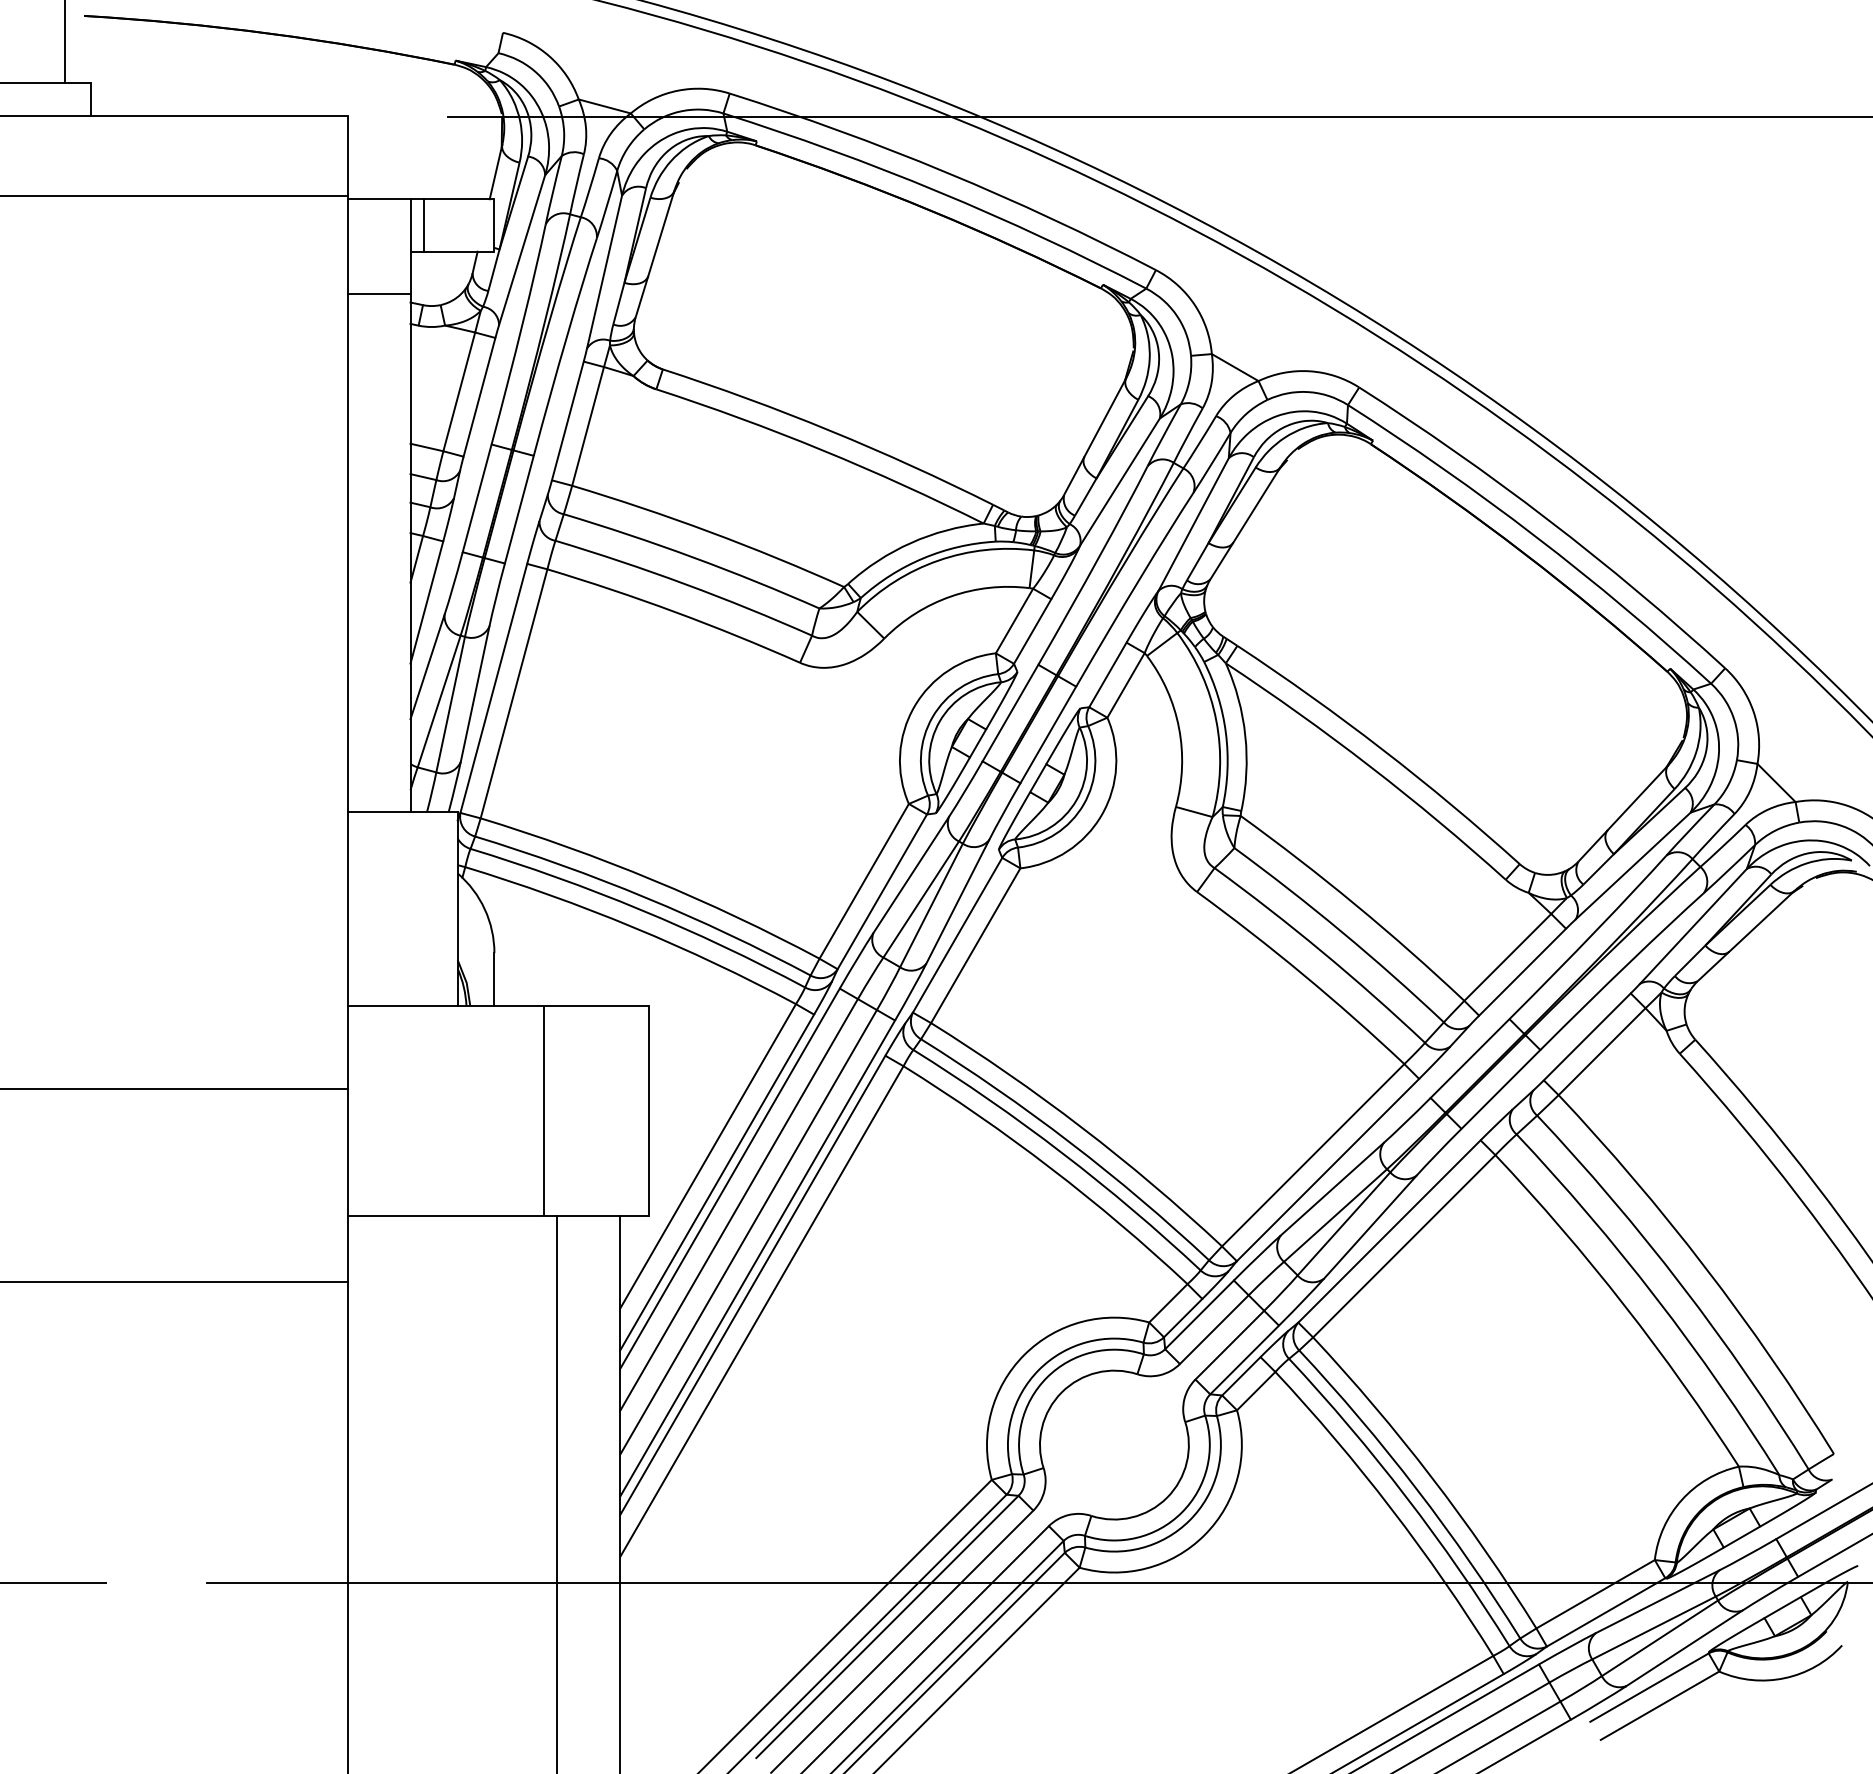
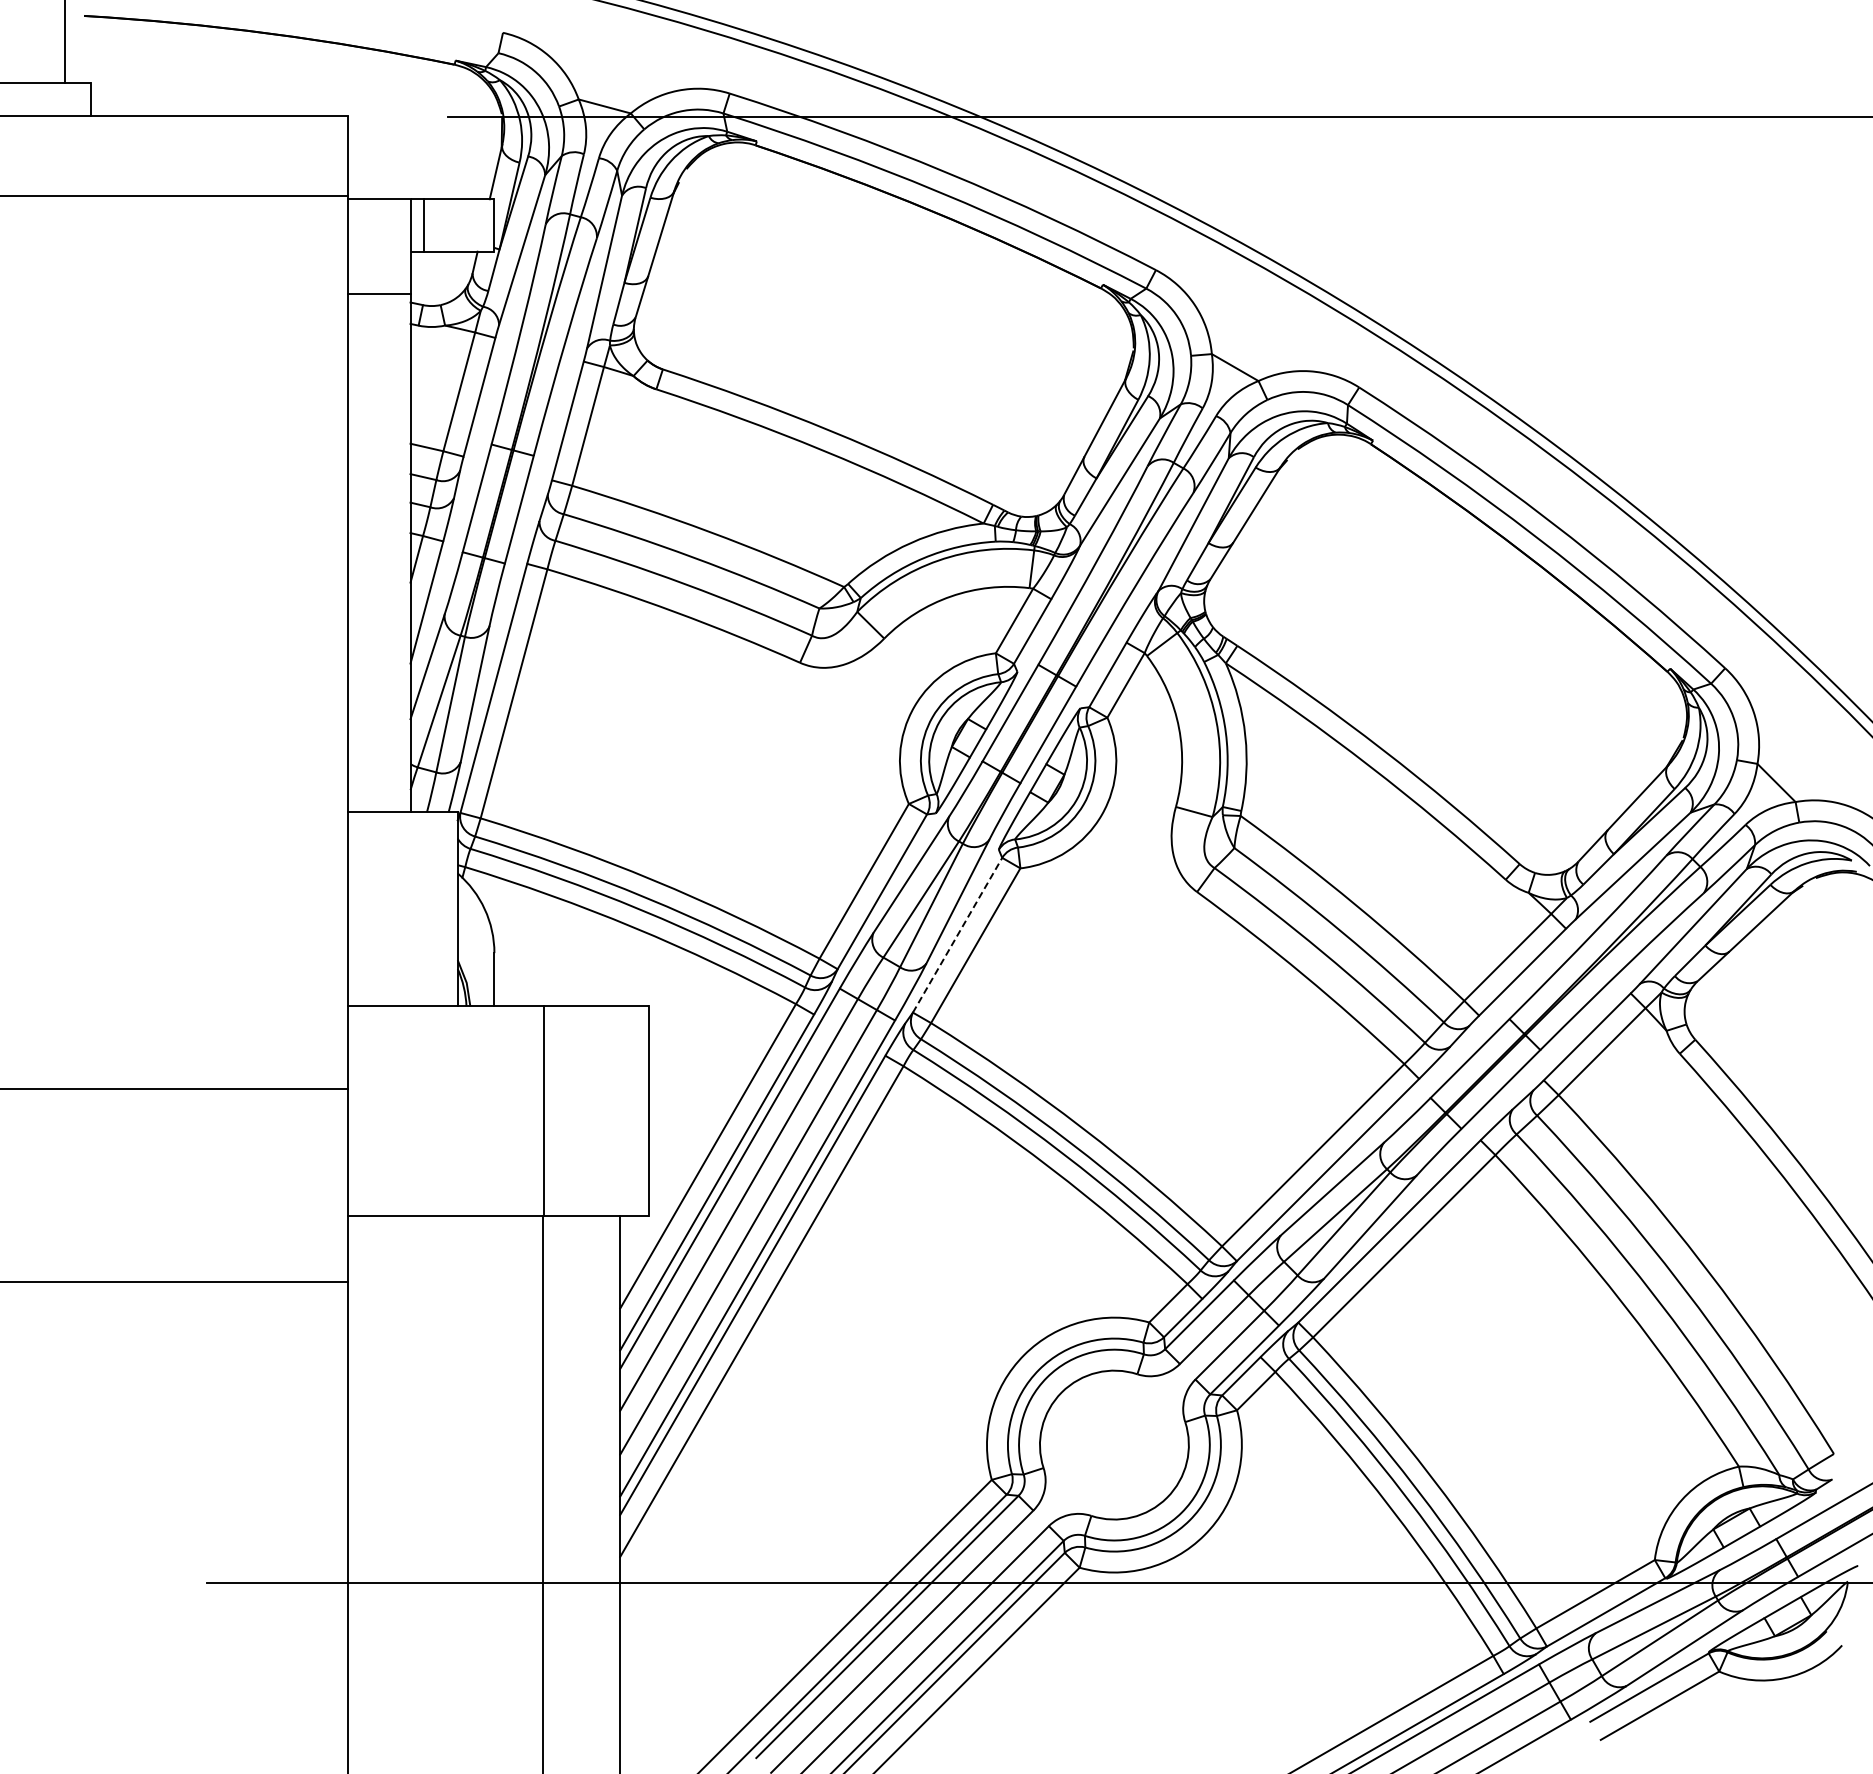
line at (957, 934): solid -> dashed
line at (557, 1492) position: (557, 1492) -> (543, 1492)
line at (54, 1582): present -> none
